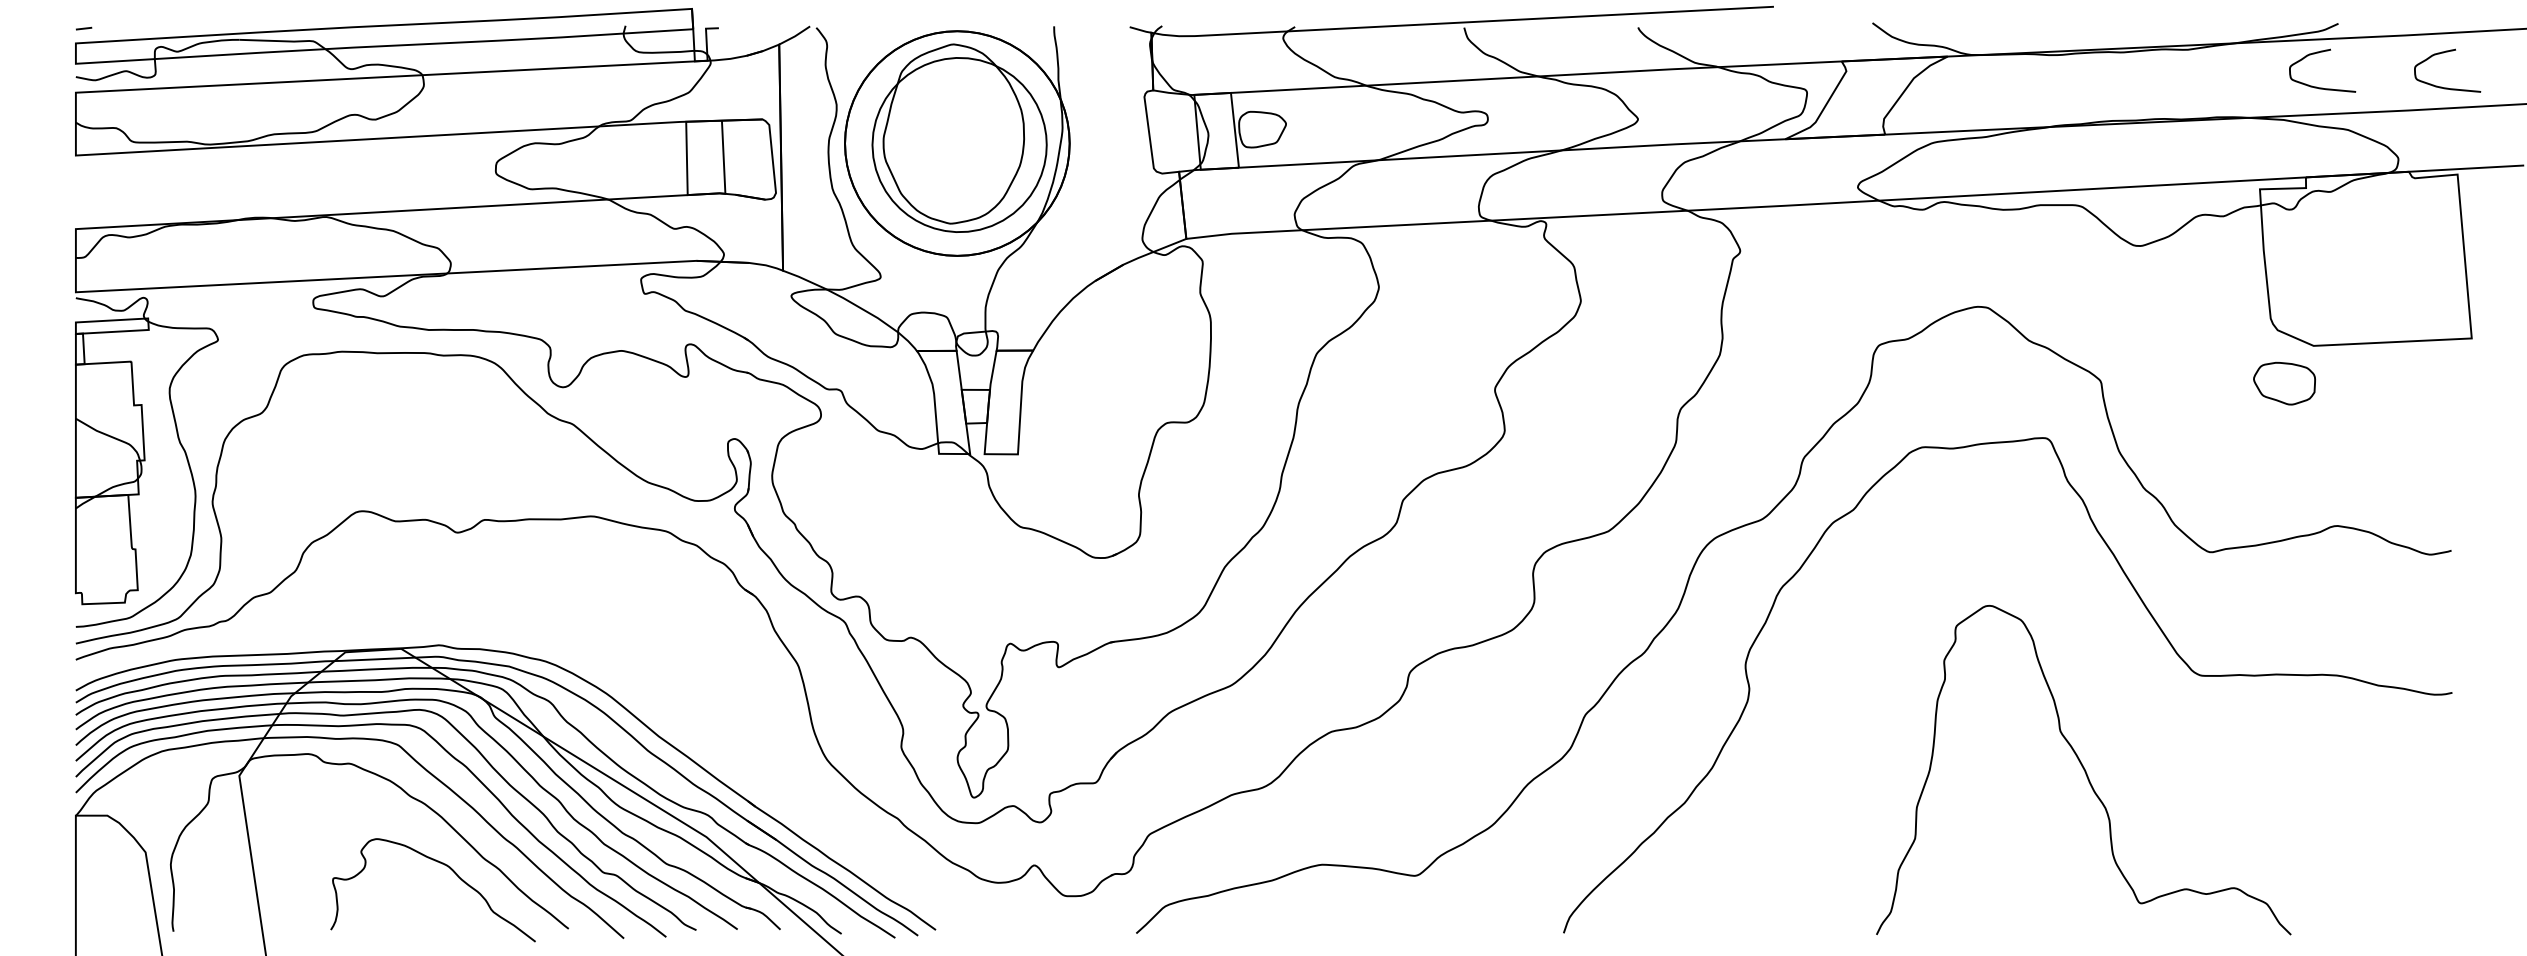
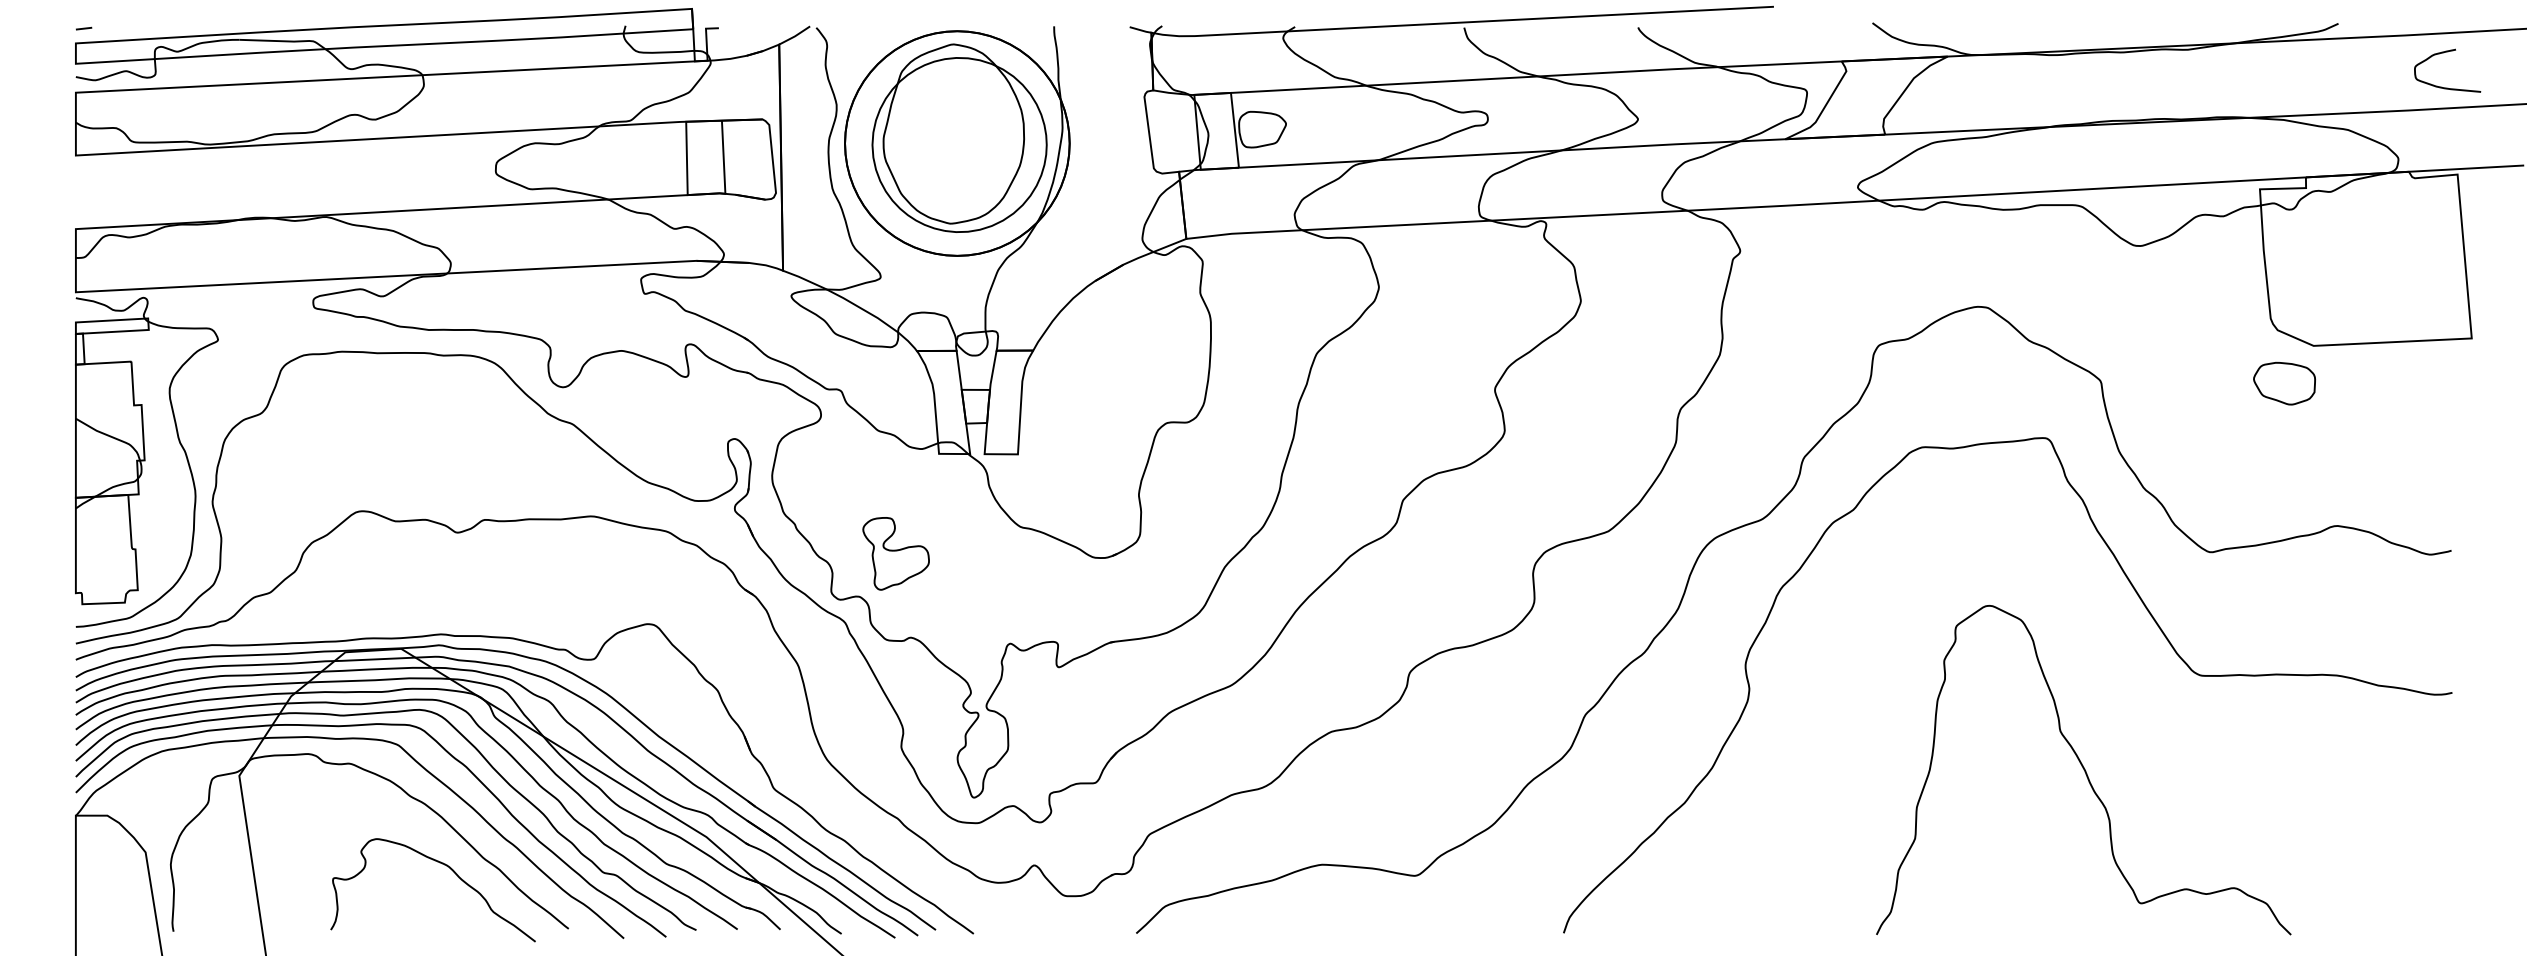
curve at (2322, 87): present -> none
part at (895, 553): none -> present
part at (578, 659): none -> present
